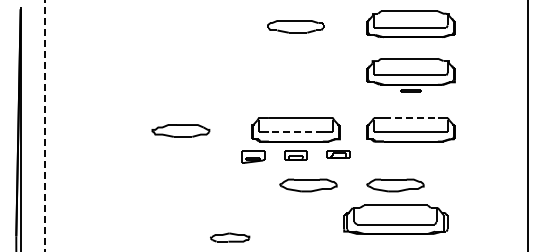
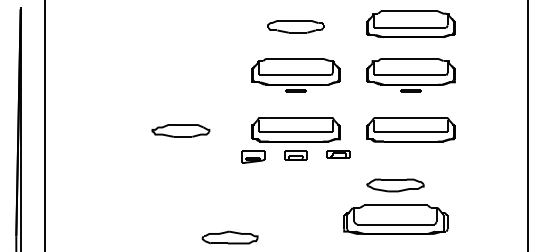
part at (295, 75): none -> present
line at (411, 118): dashed -> solid
line at (44, 126): dashed -> solid
line at (295, 132): dashed -> solid
part at (308, 185): present -> none
part at (230, 237) size: 41x11 px -> 58x15 px
